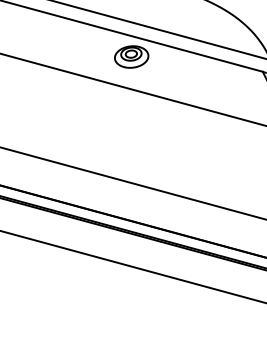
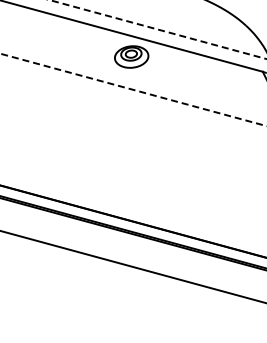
line at (158, 29): solid -> dashed
line at (133, 90): solid -> dashed
line at (132, 183): present -> none
